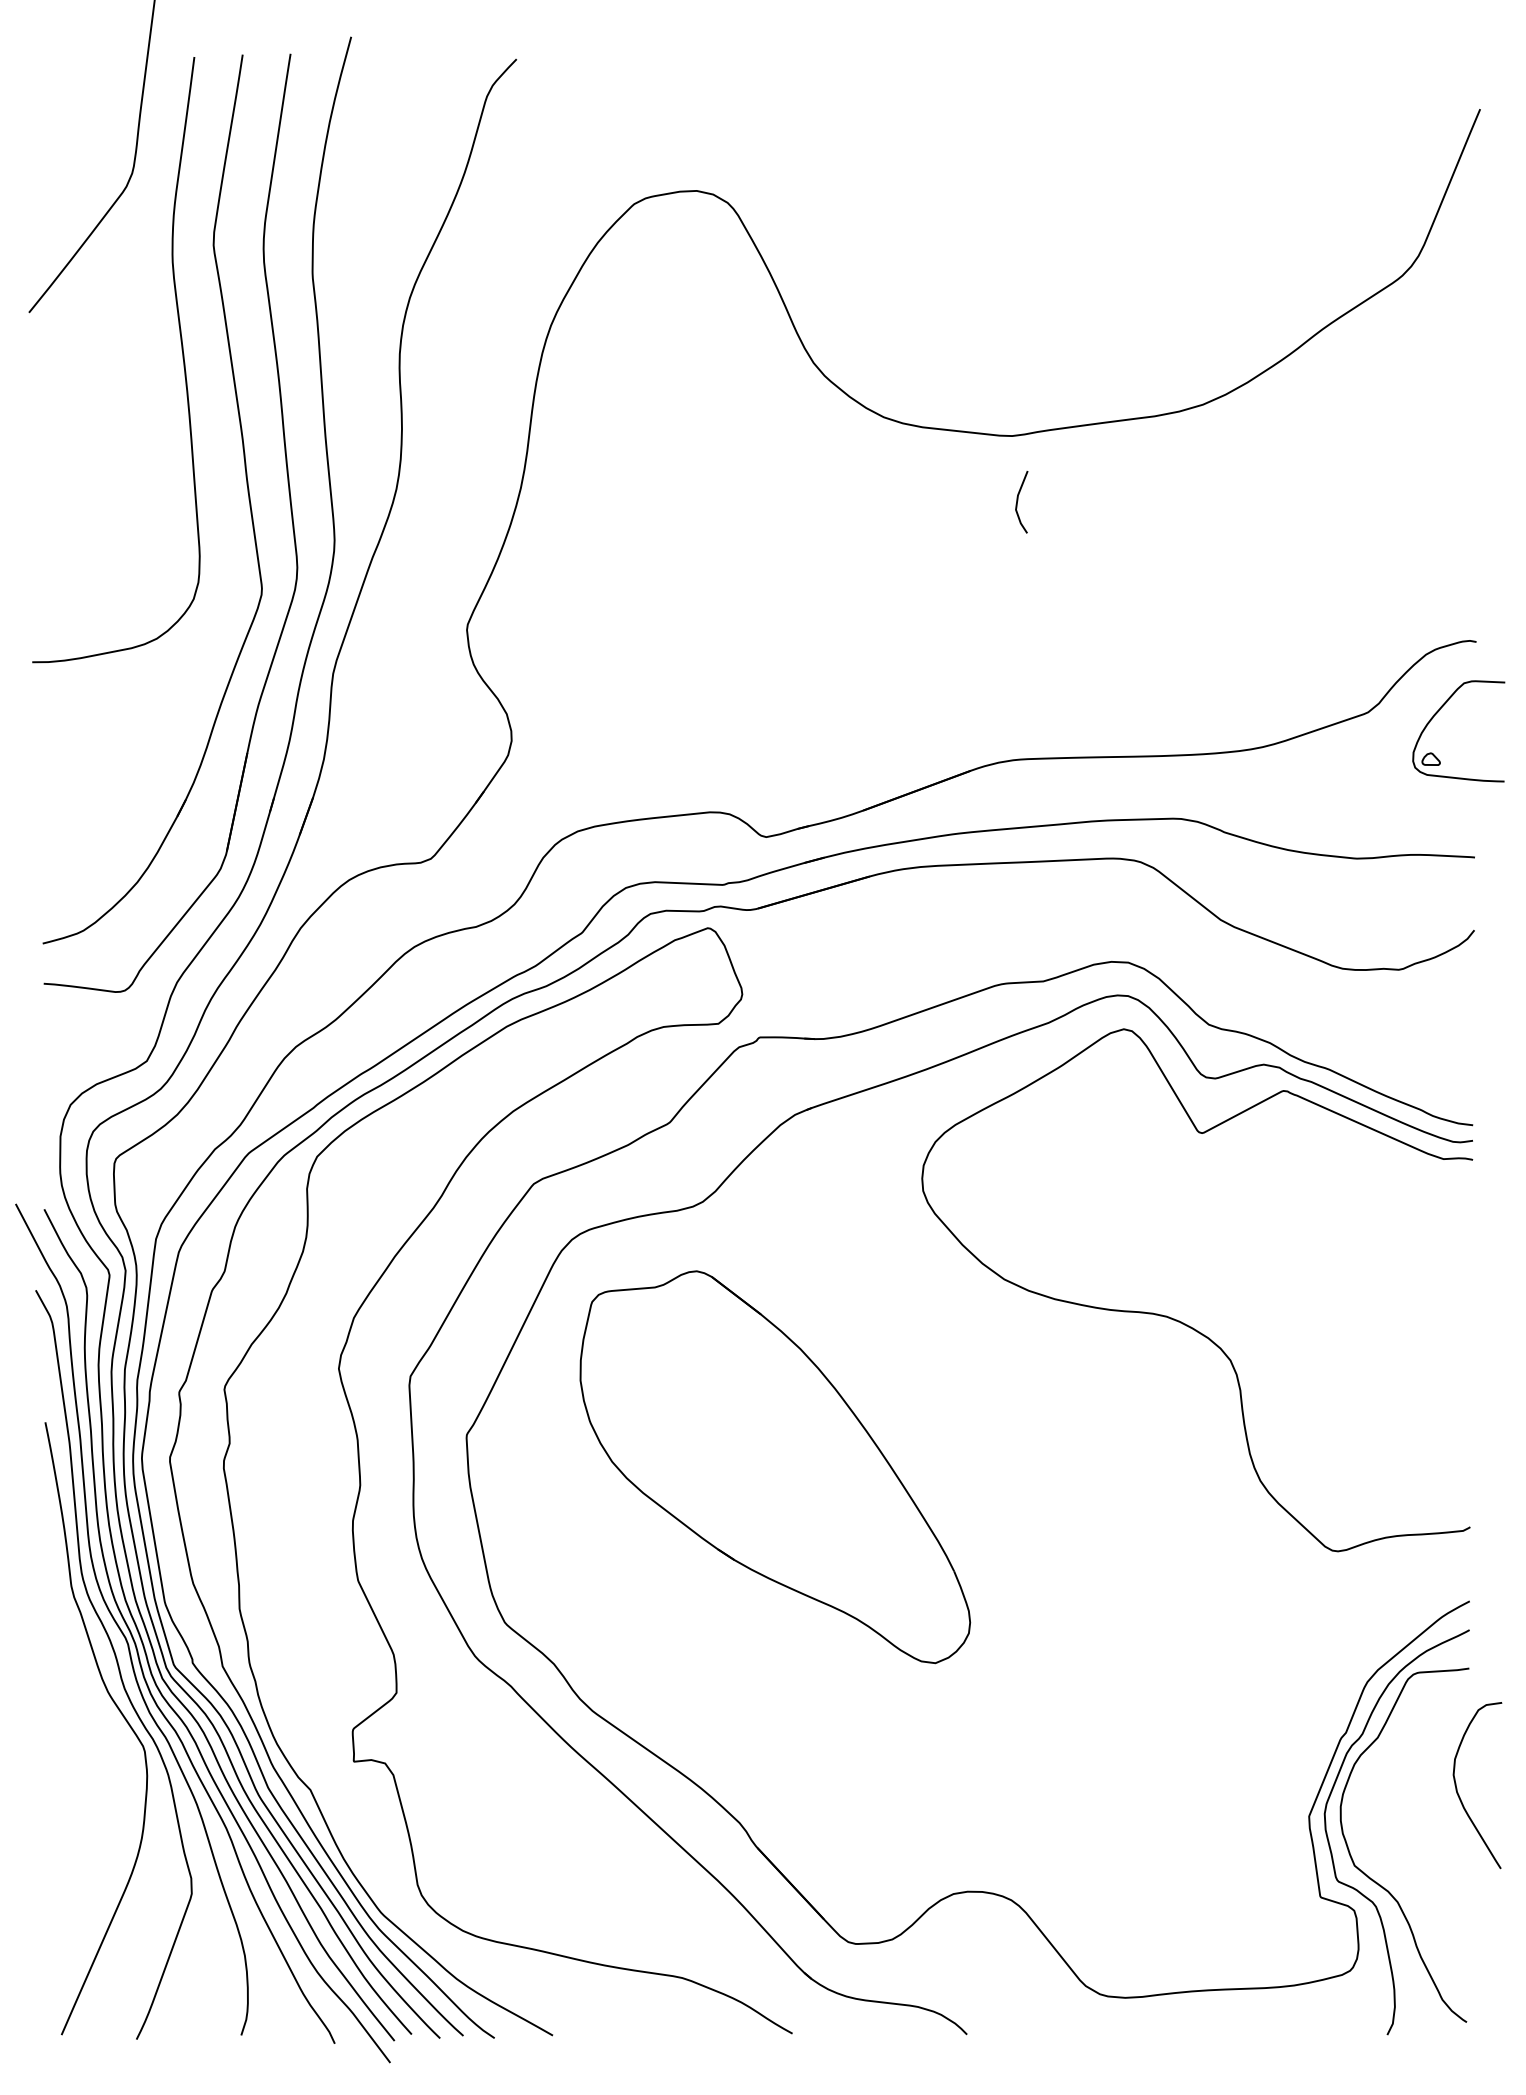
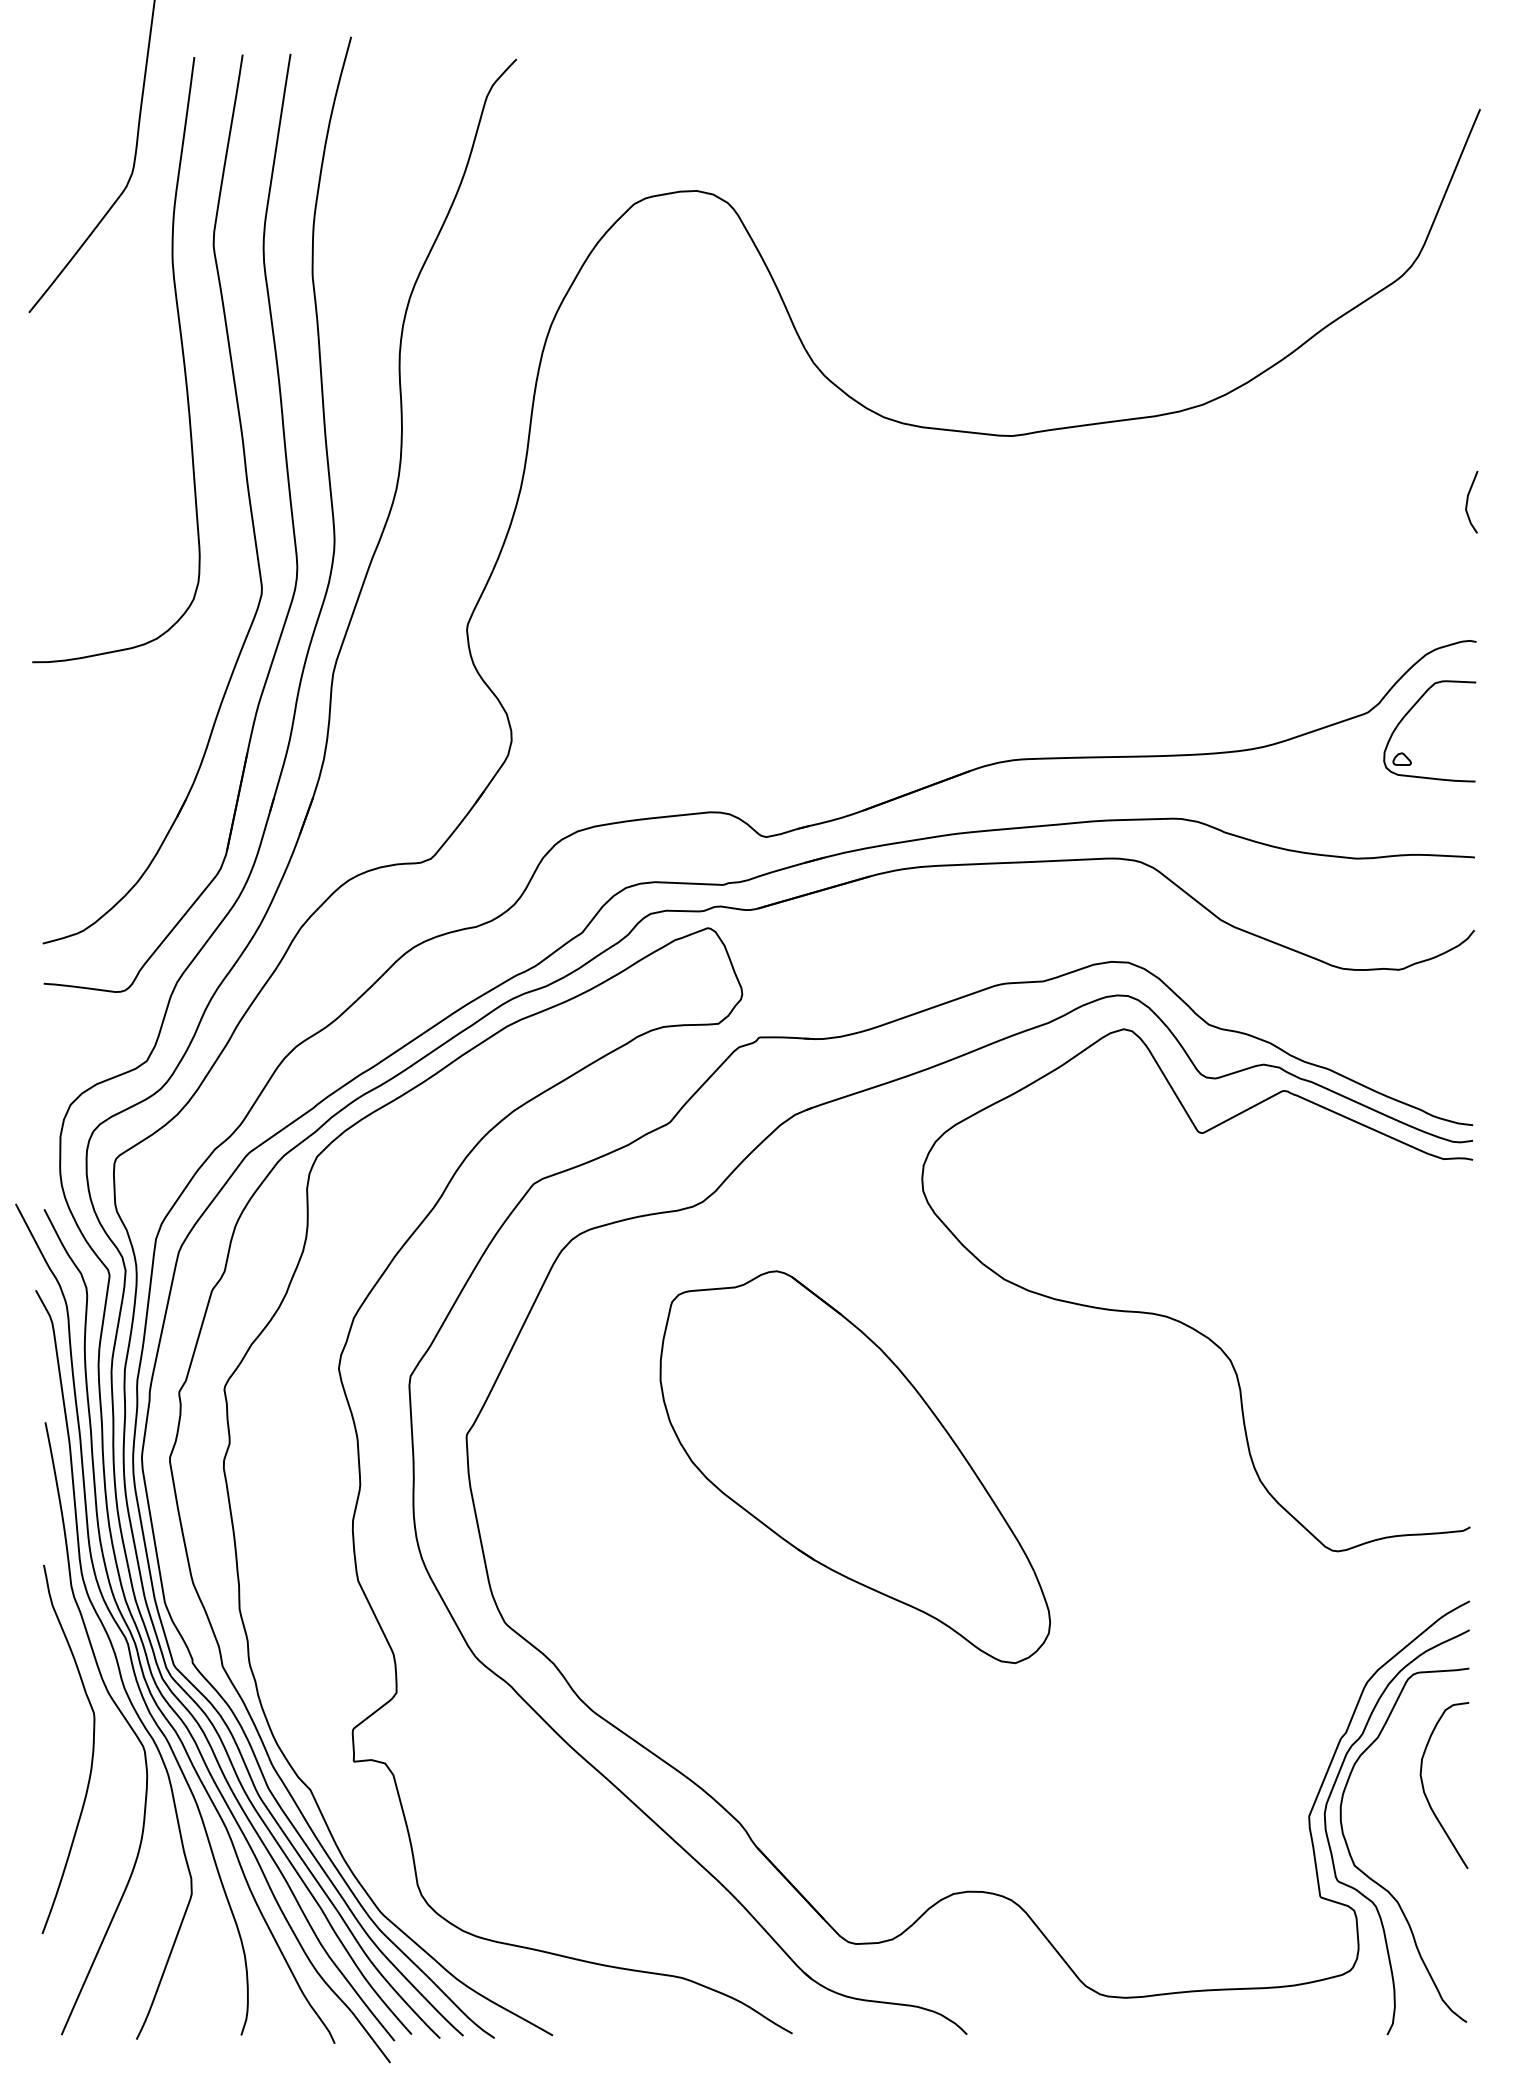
line at (1018, 501) position: (1018, 501) -> (1468, 501)
part at (1439, 711) position: (1439, 711) -> (1410, 711)
part at (775, 1467) position: (775, 1467) -> (855, 1467)
curve at (92, 1748): none -> present
curve at (1459, 1794) position: (1459, 1794) -> (1426, 1794)
